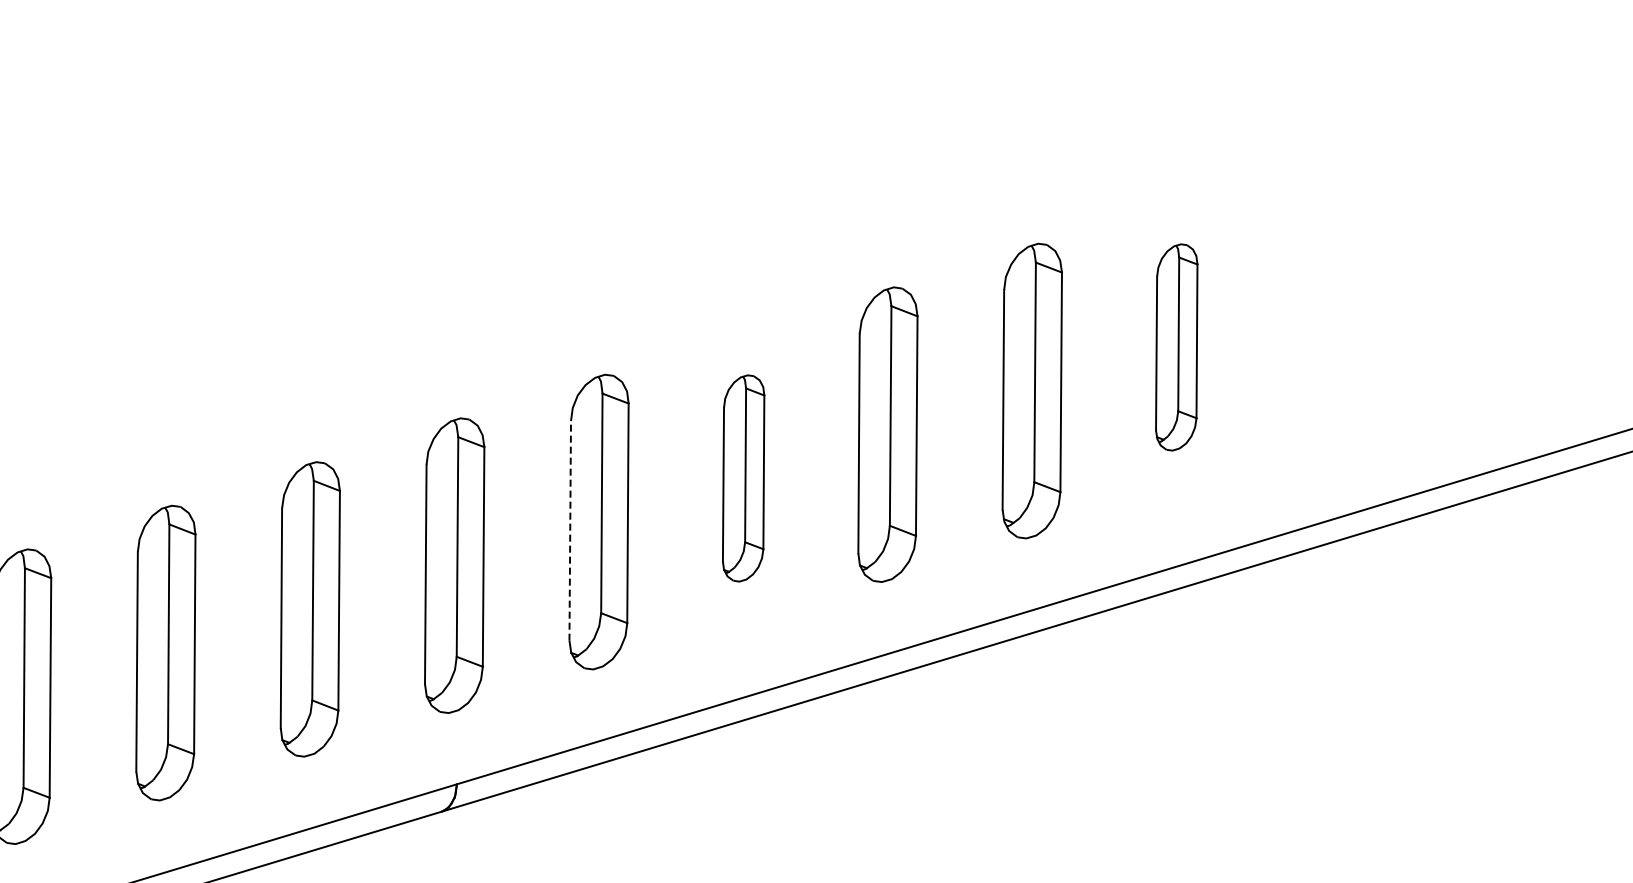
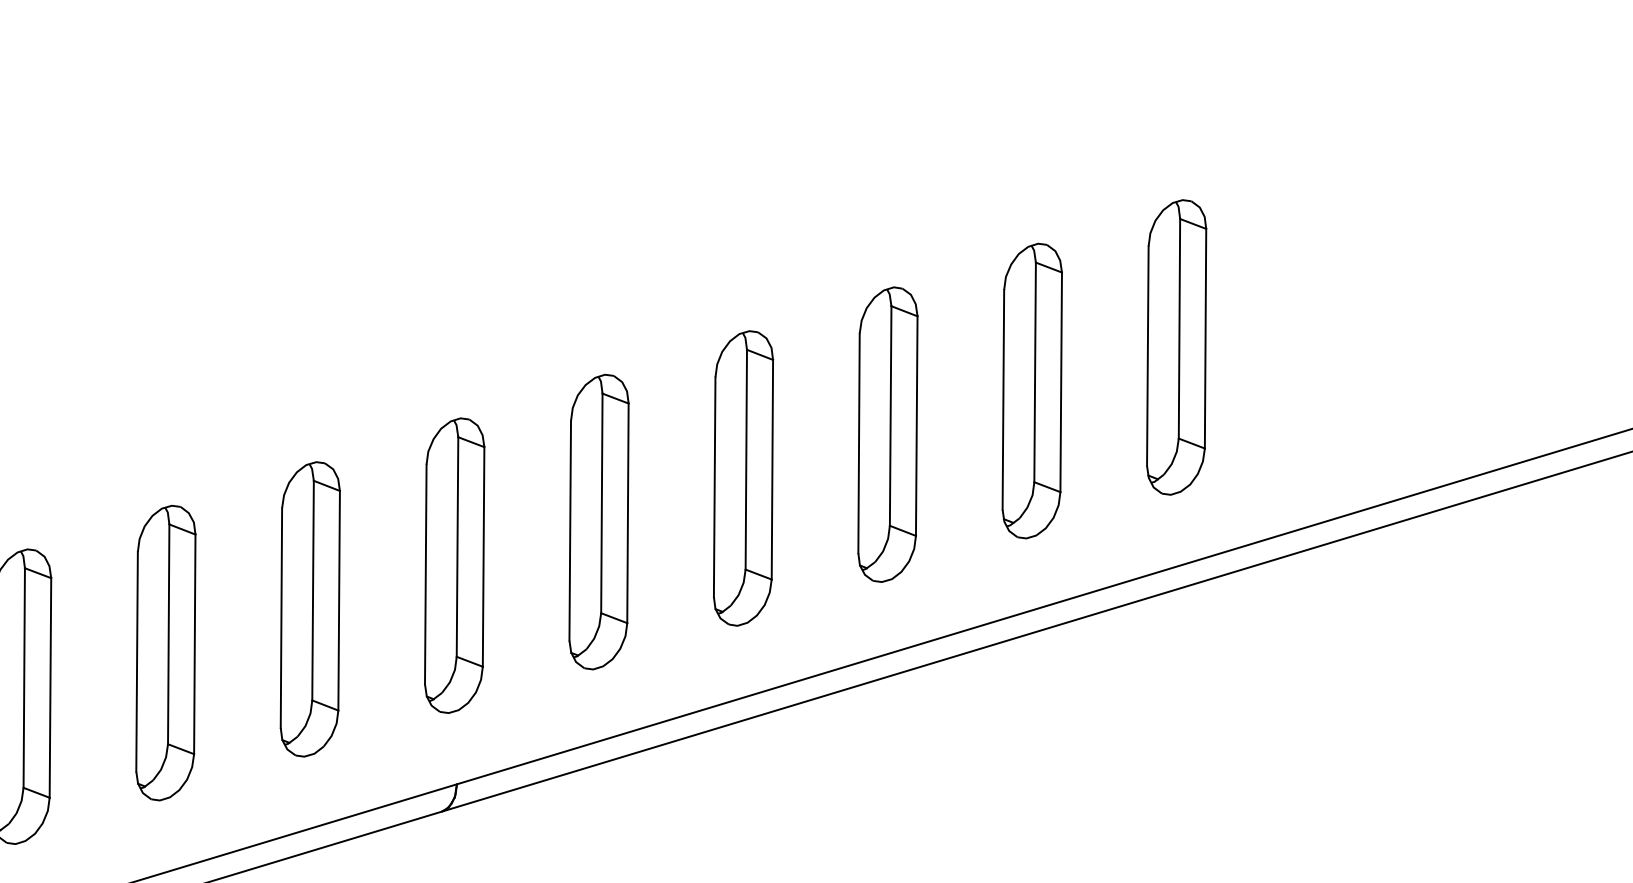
part at (1176, 347) size: 44x209 px -> 62x297 px
part at (743, 478) size: 44x209 px -> 62x297 px
line at (570, 530): dashed -> solid
